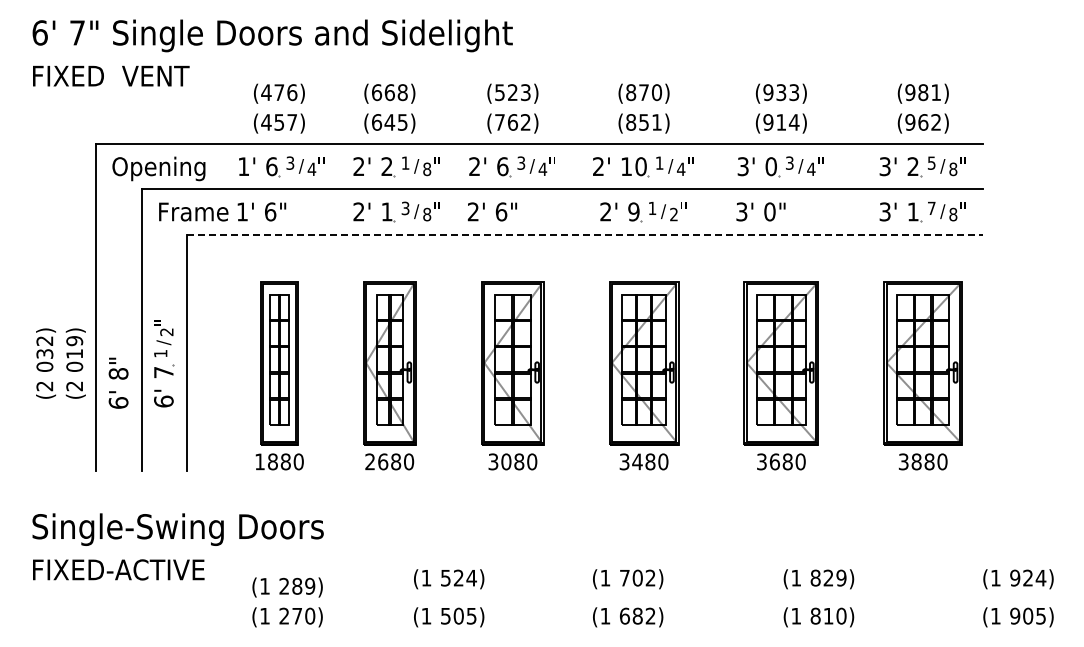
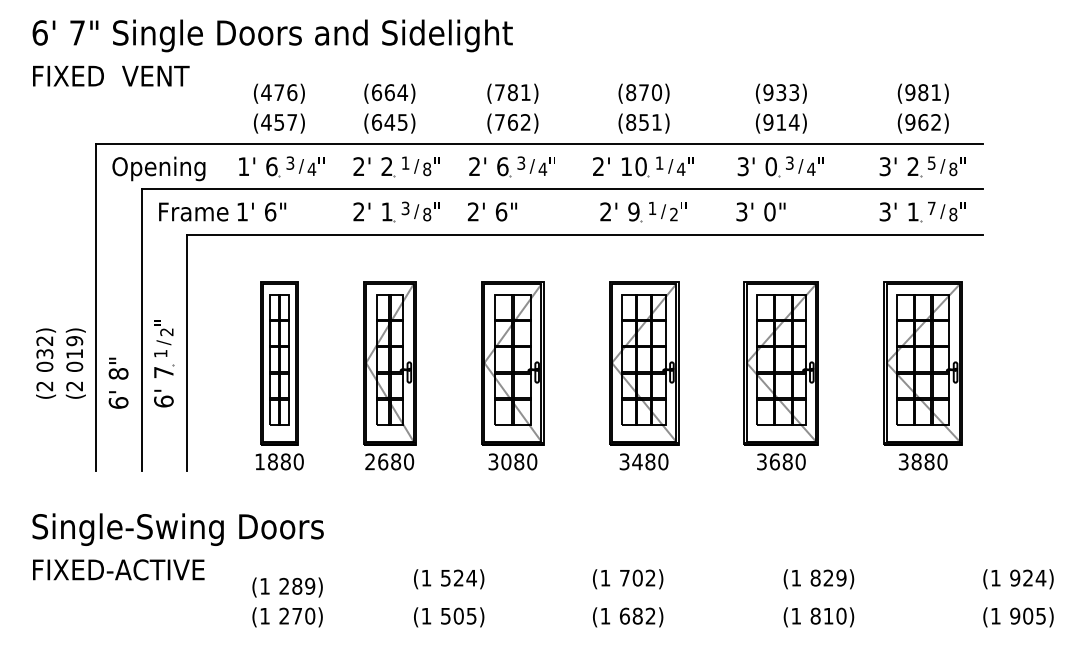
text at (402, 92): (668) -> (664)
text at (512, 92): (523) -> (781)
line at (585, 234): dashed -> solid
